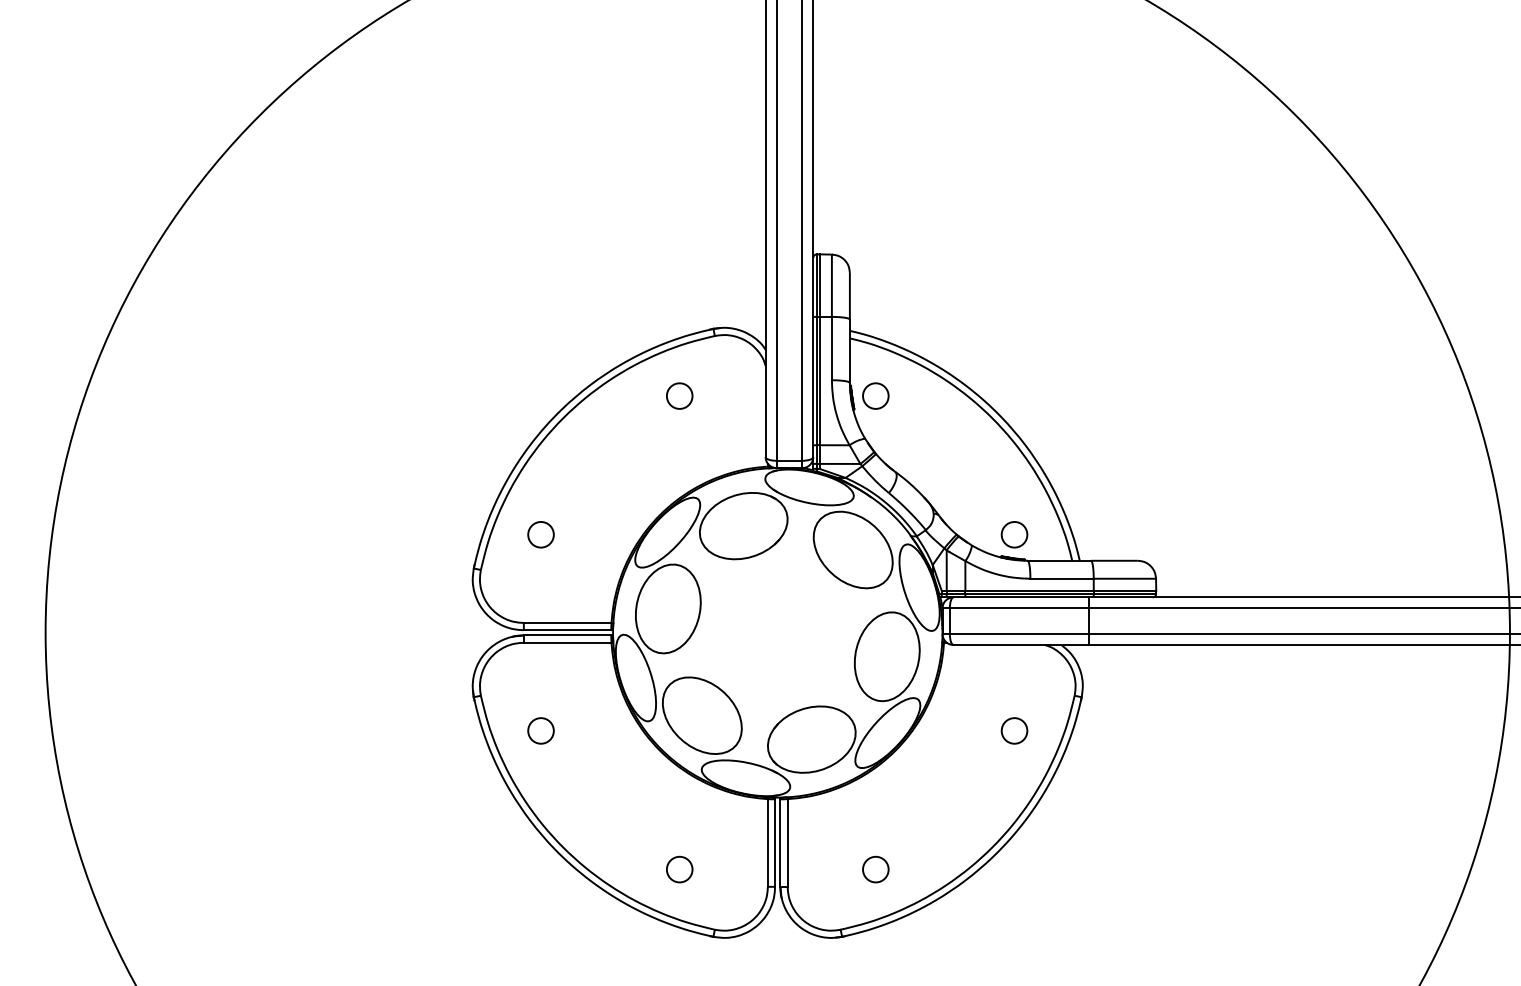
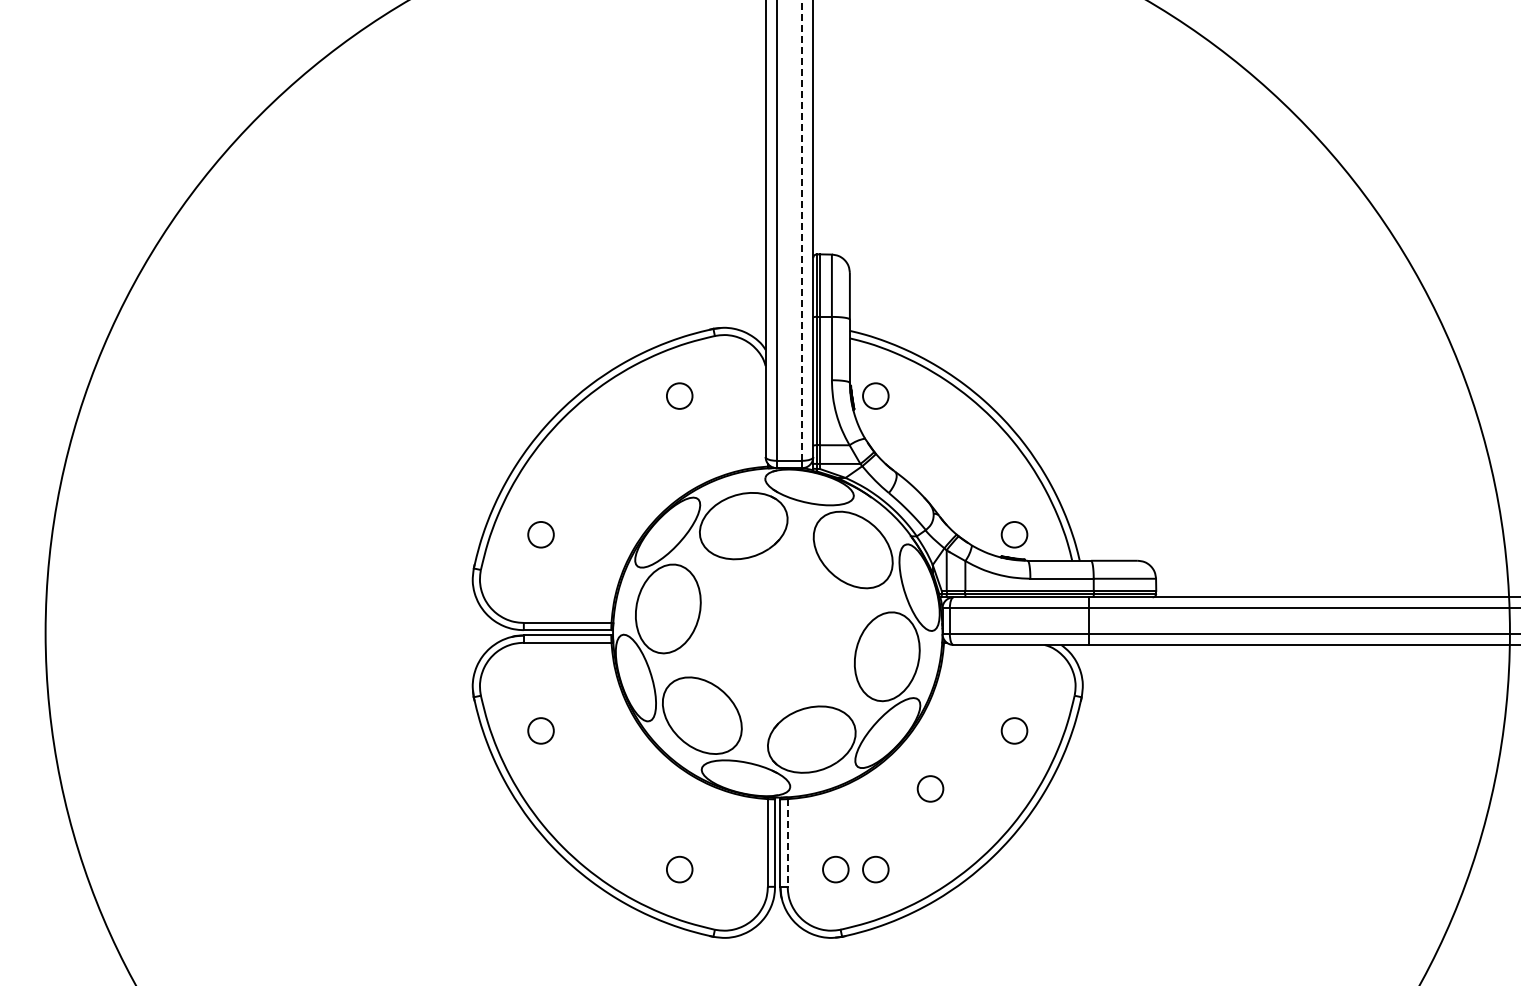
line at (802, 230): solid -> dashed
circle at (930, 788): none -> present
line at (787, 842): solid -> dashed
circle at (835, 869): none -> present
